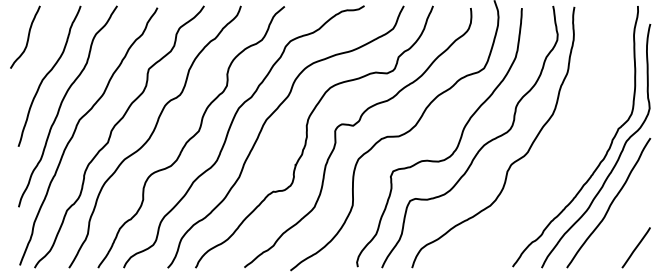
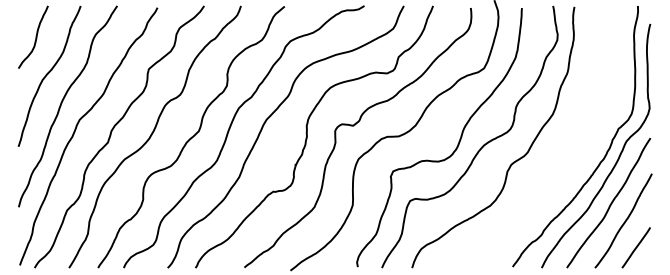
curve at (27, 36) position: (27, 36) -> (35, 36)
curve at (624, 221): none -> present
